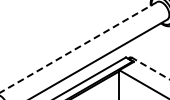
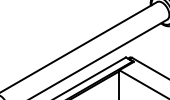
line at (78, 47): dashed -> solid
line at (150, 68): dashed -> solid
